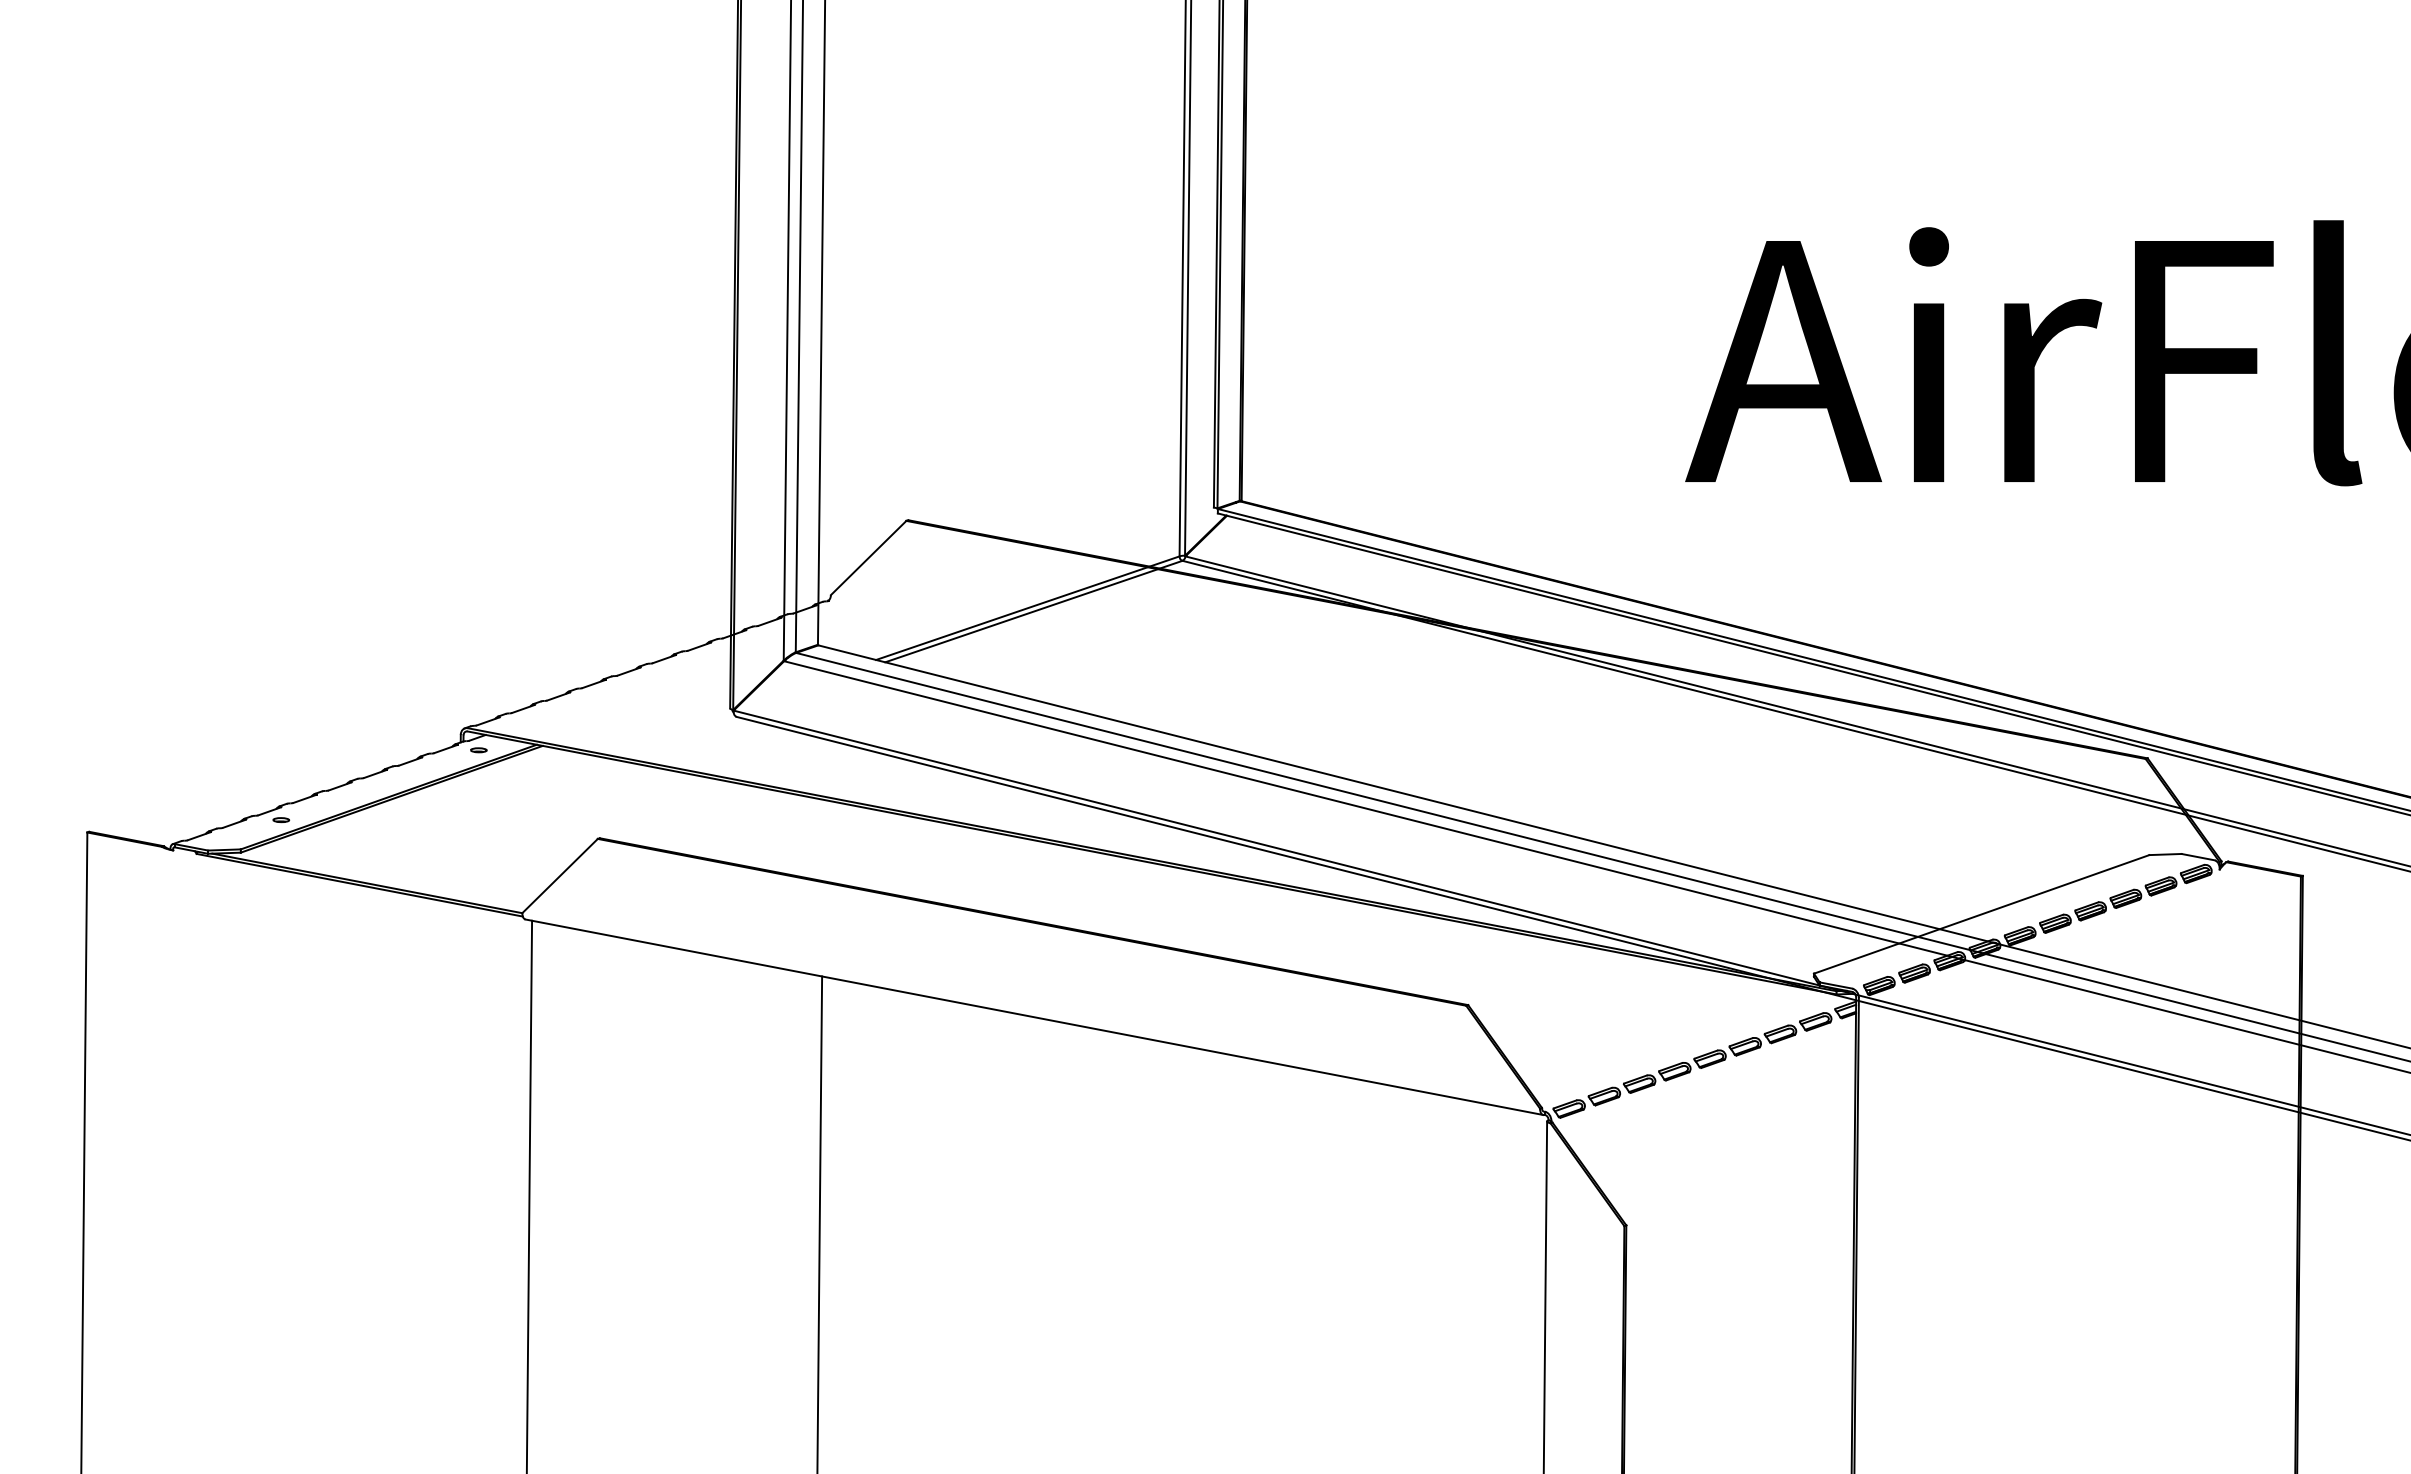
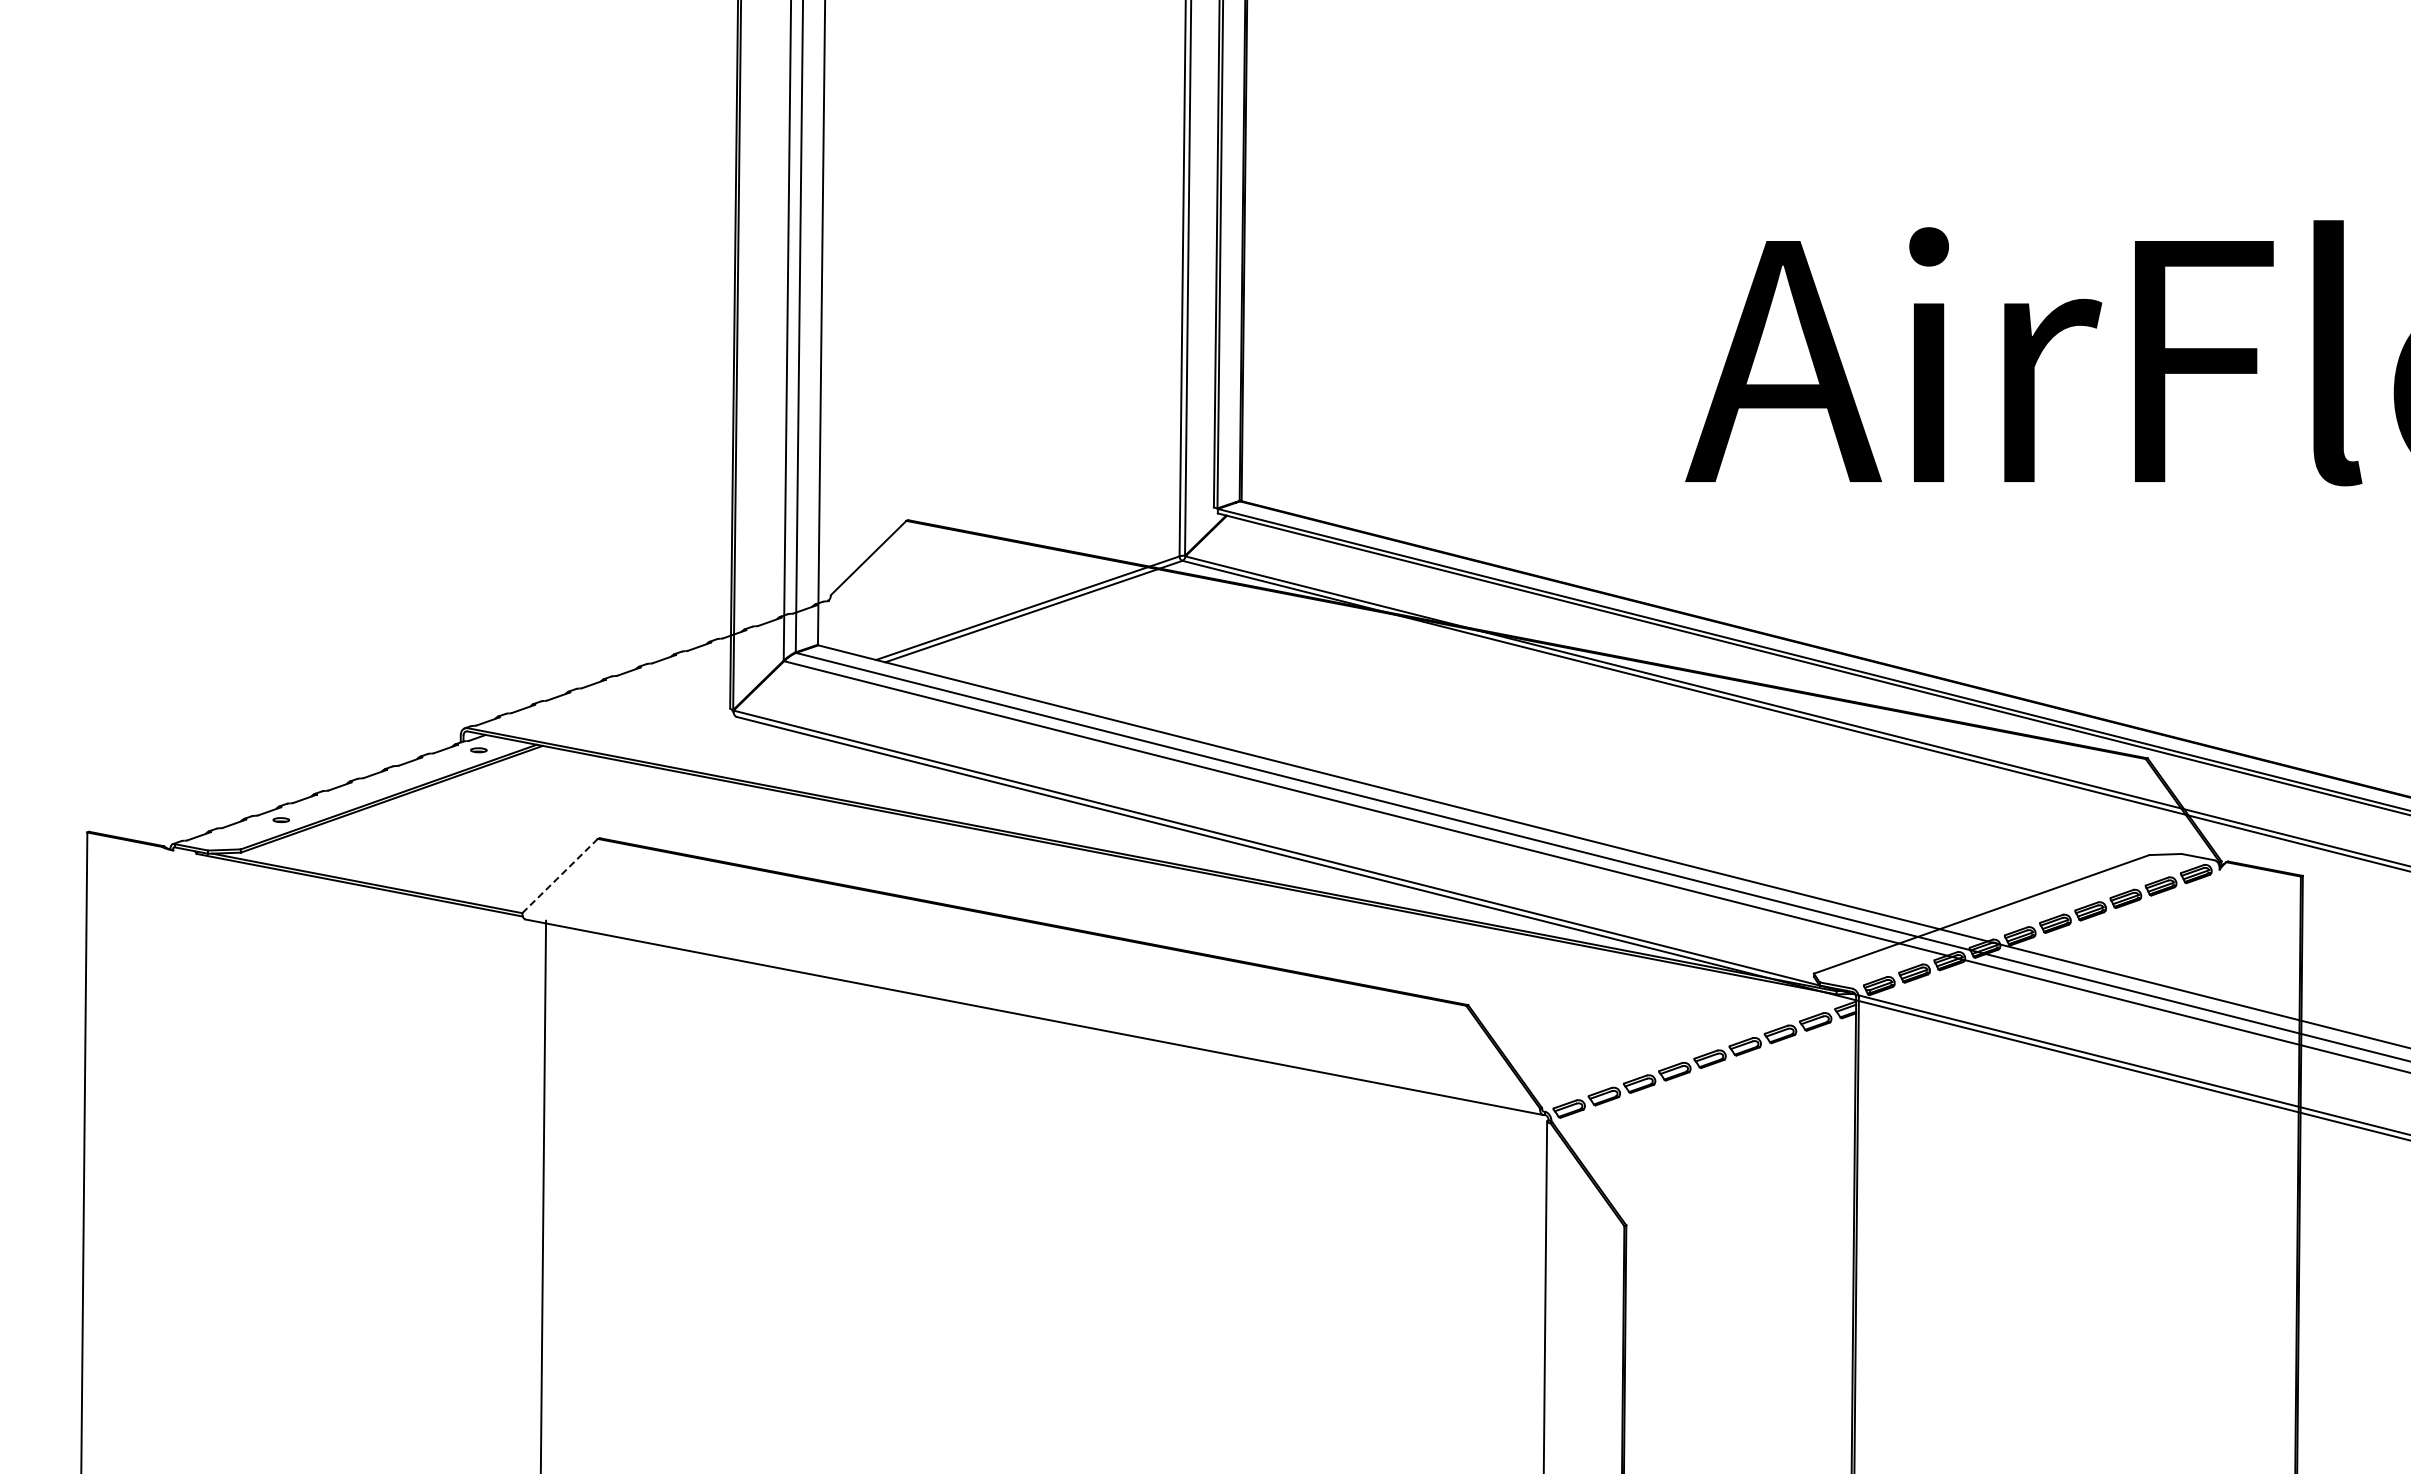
line at (560, 876): solid -> dashed
line at (529, 1195) position: (529, 1195) -> (543, 1195)
line at (819, 1223): present -> none
